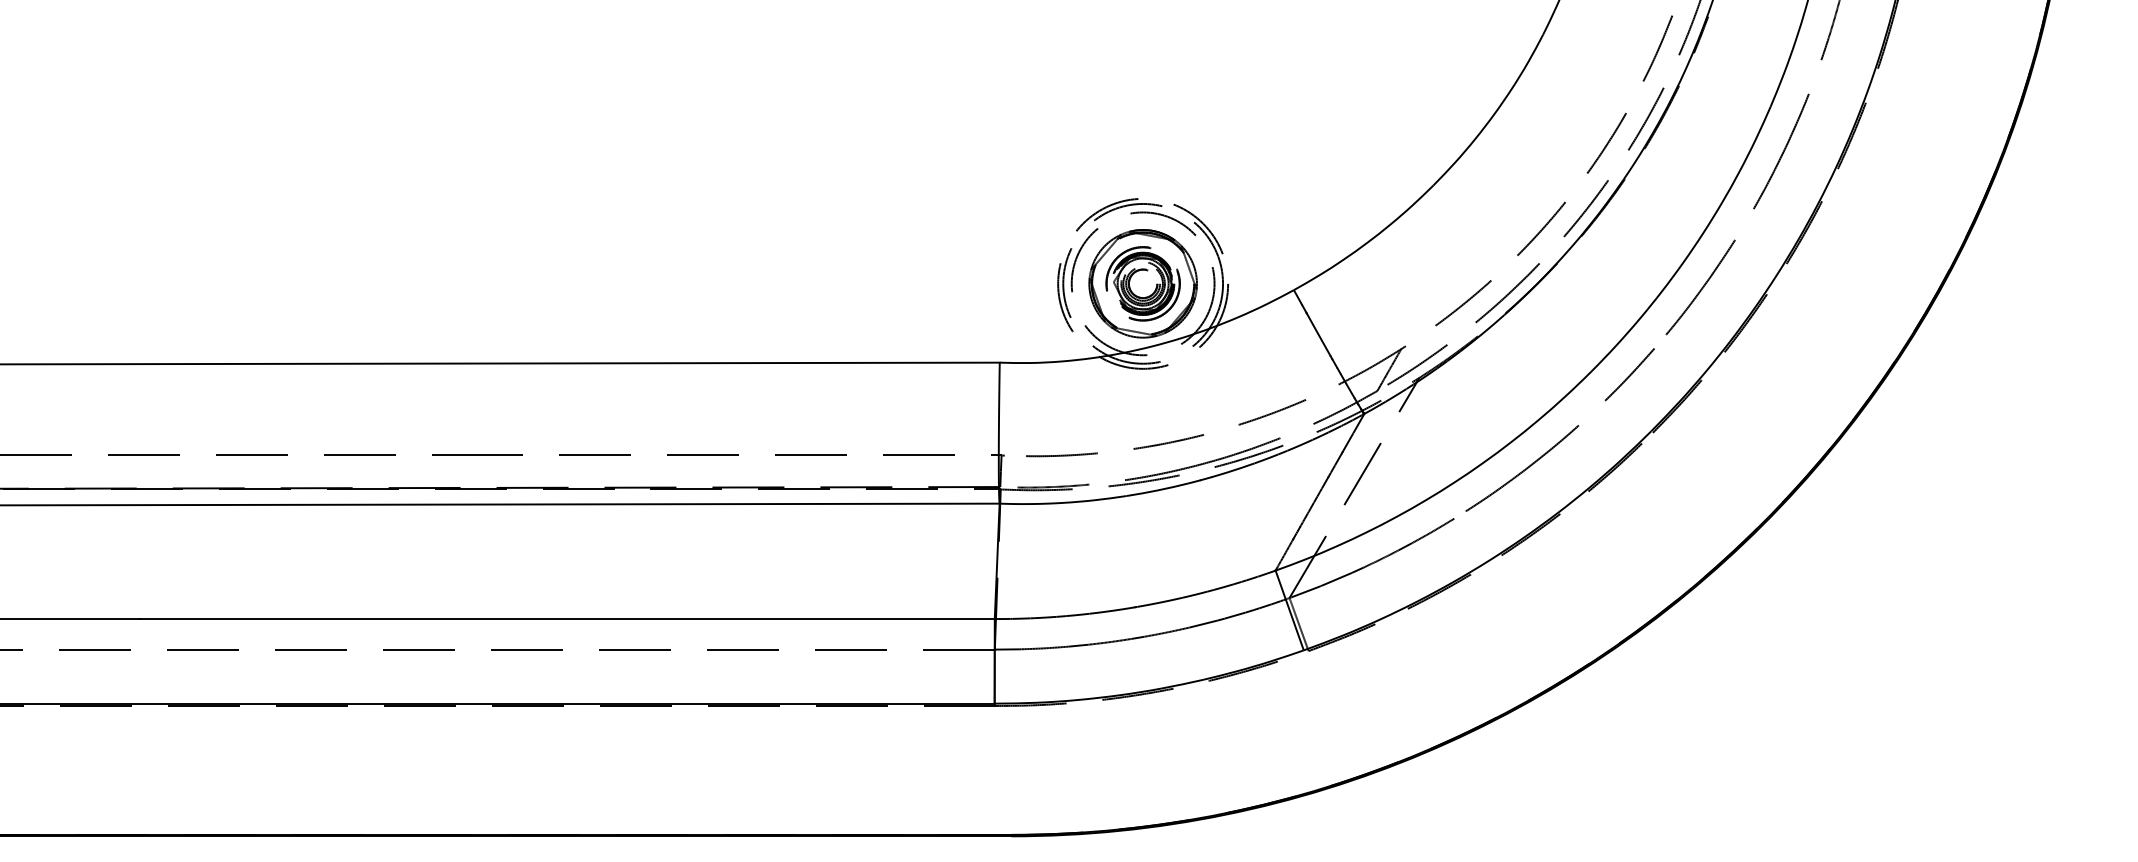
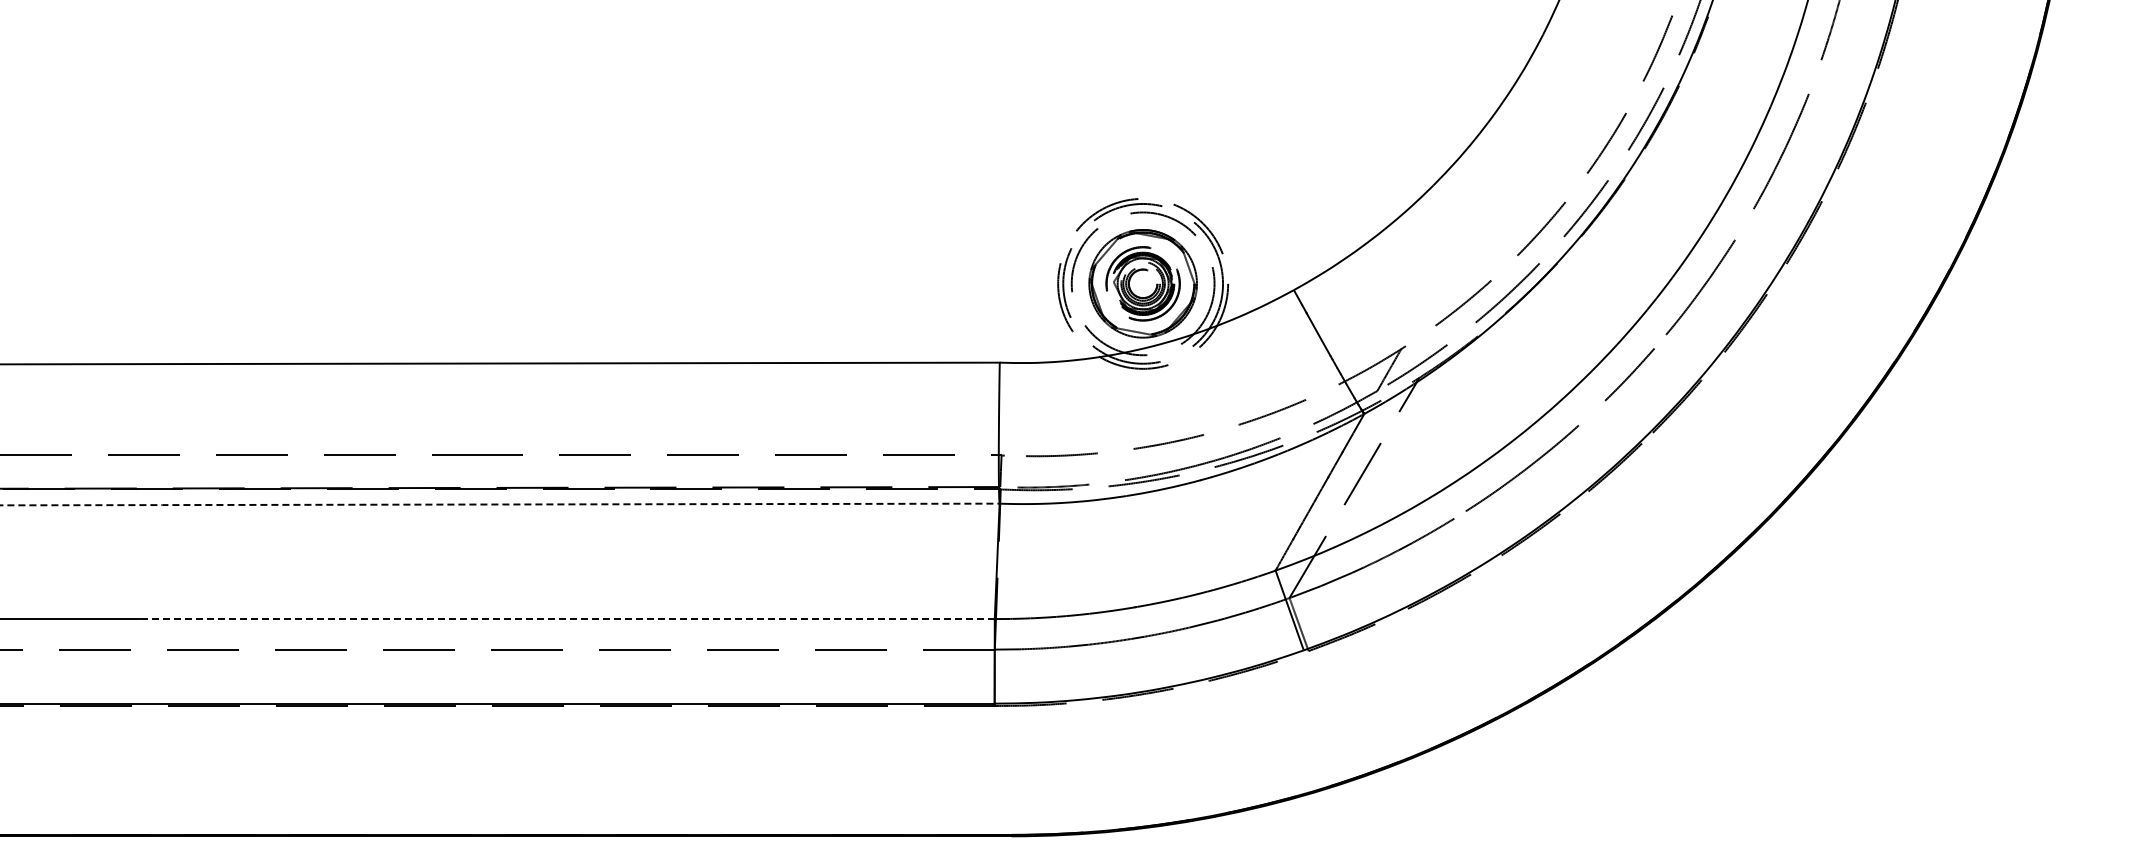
line at (500, 504): solid -> dashed
line at (566, 619): solid -> dashed
